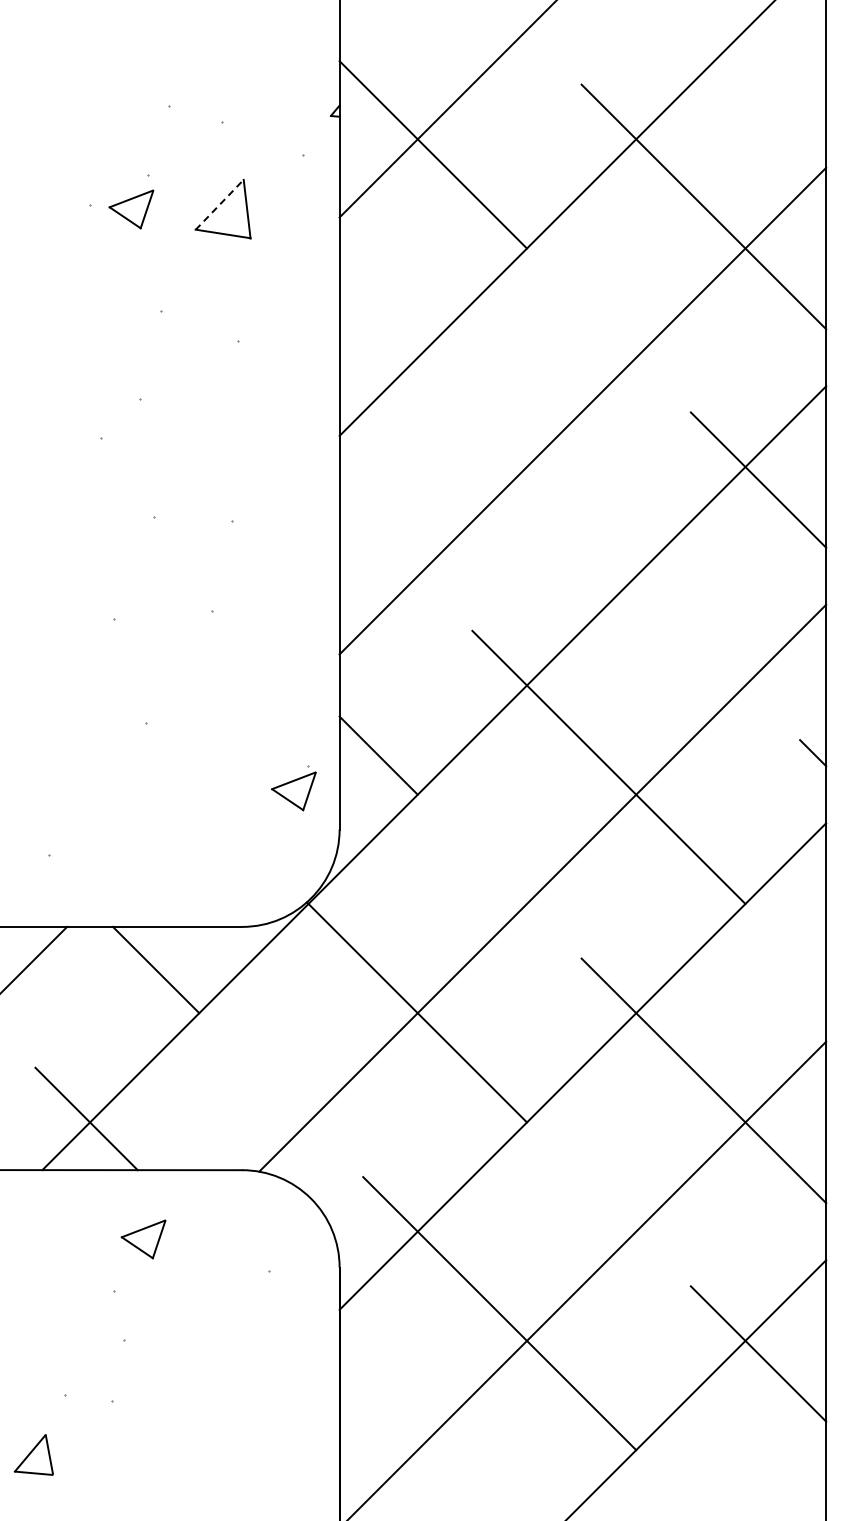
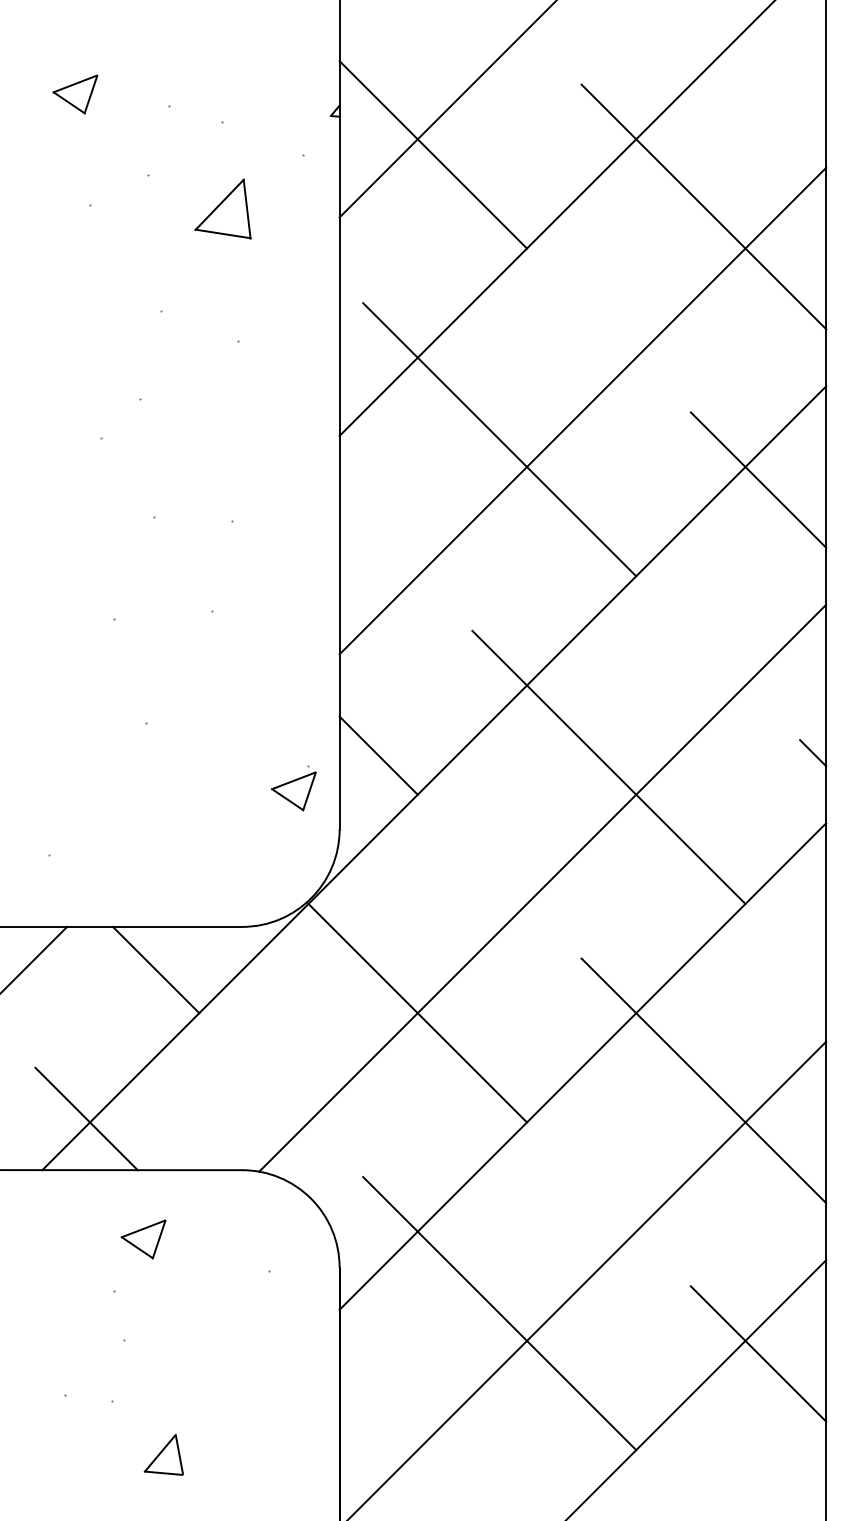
line at (219, 204): dashed -> solid
part at (131, 209) position: (131, 209) -> (75, 94)
line at (499, 439): none -> present
part at (33, 1454) position: (33, 1454) -> (163, 1454)
